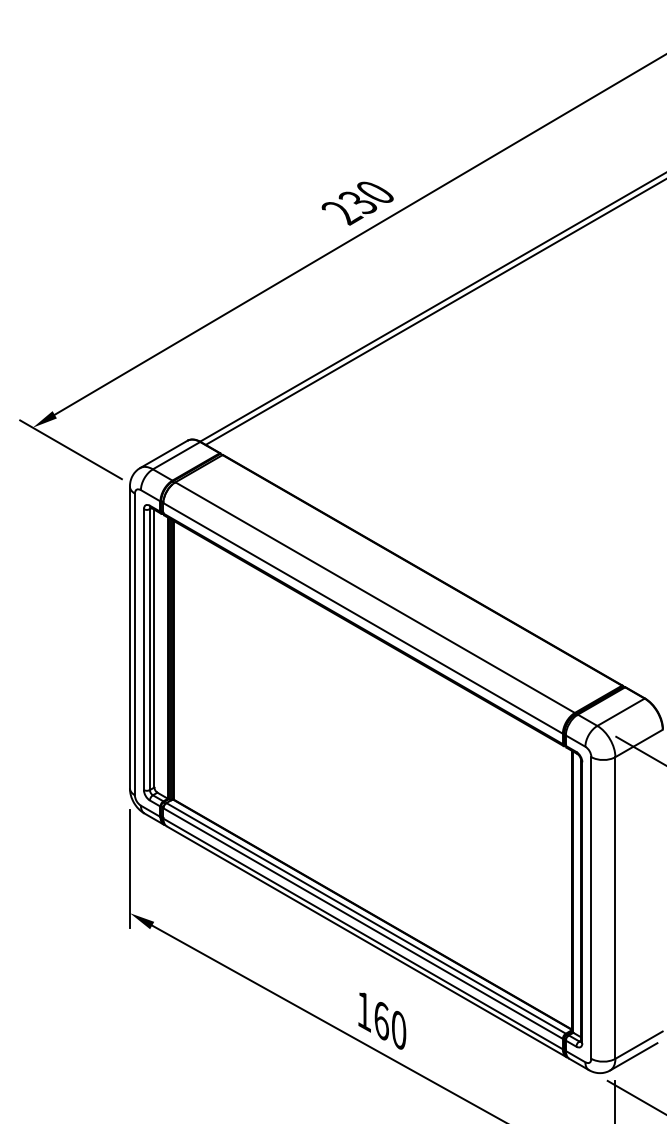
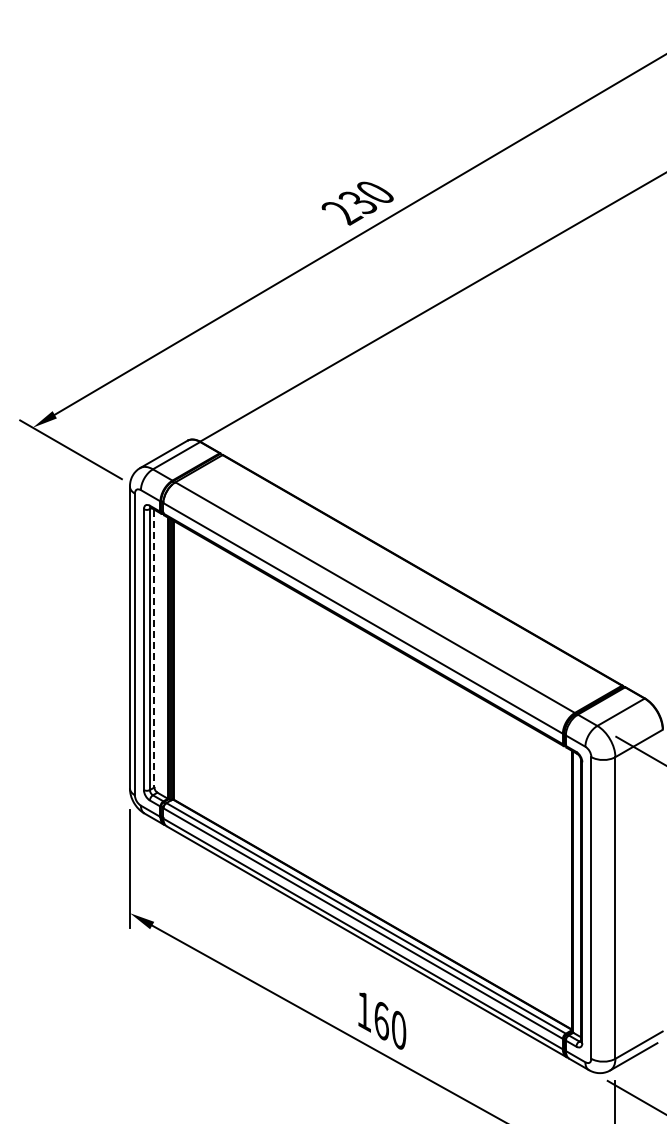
line at (434, 312): present -> none
line at (154, 648): solid -> dashed
